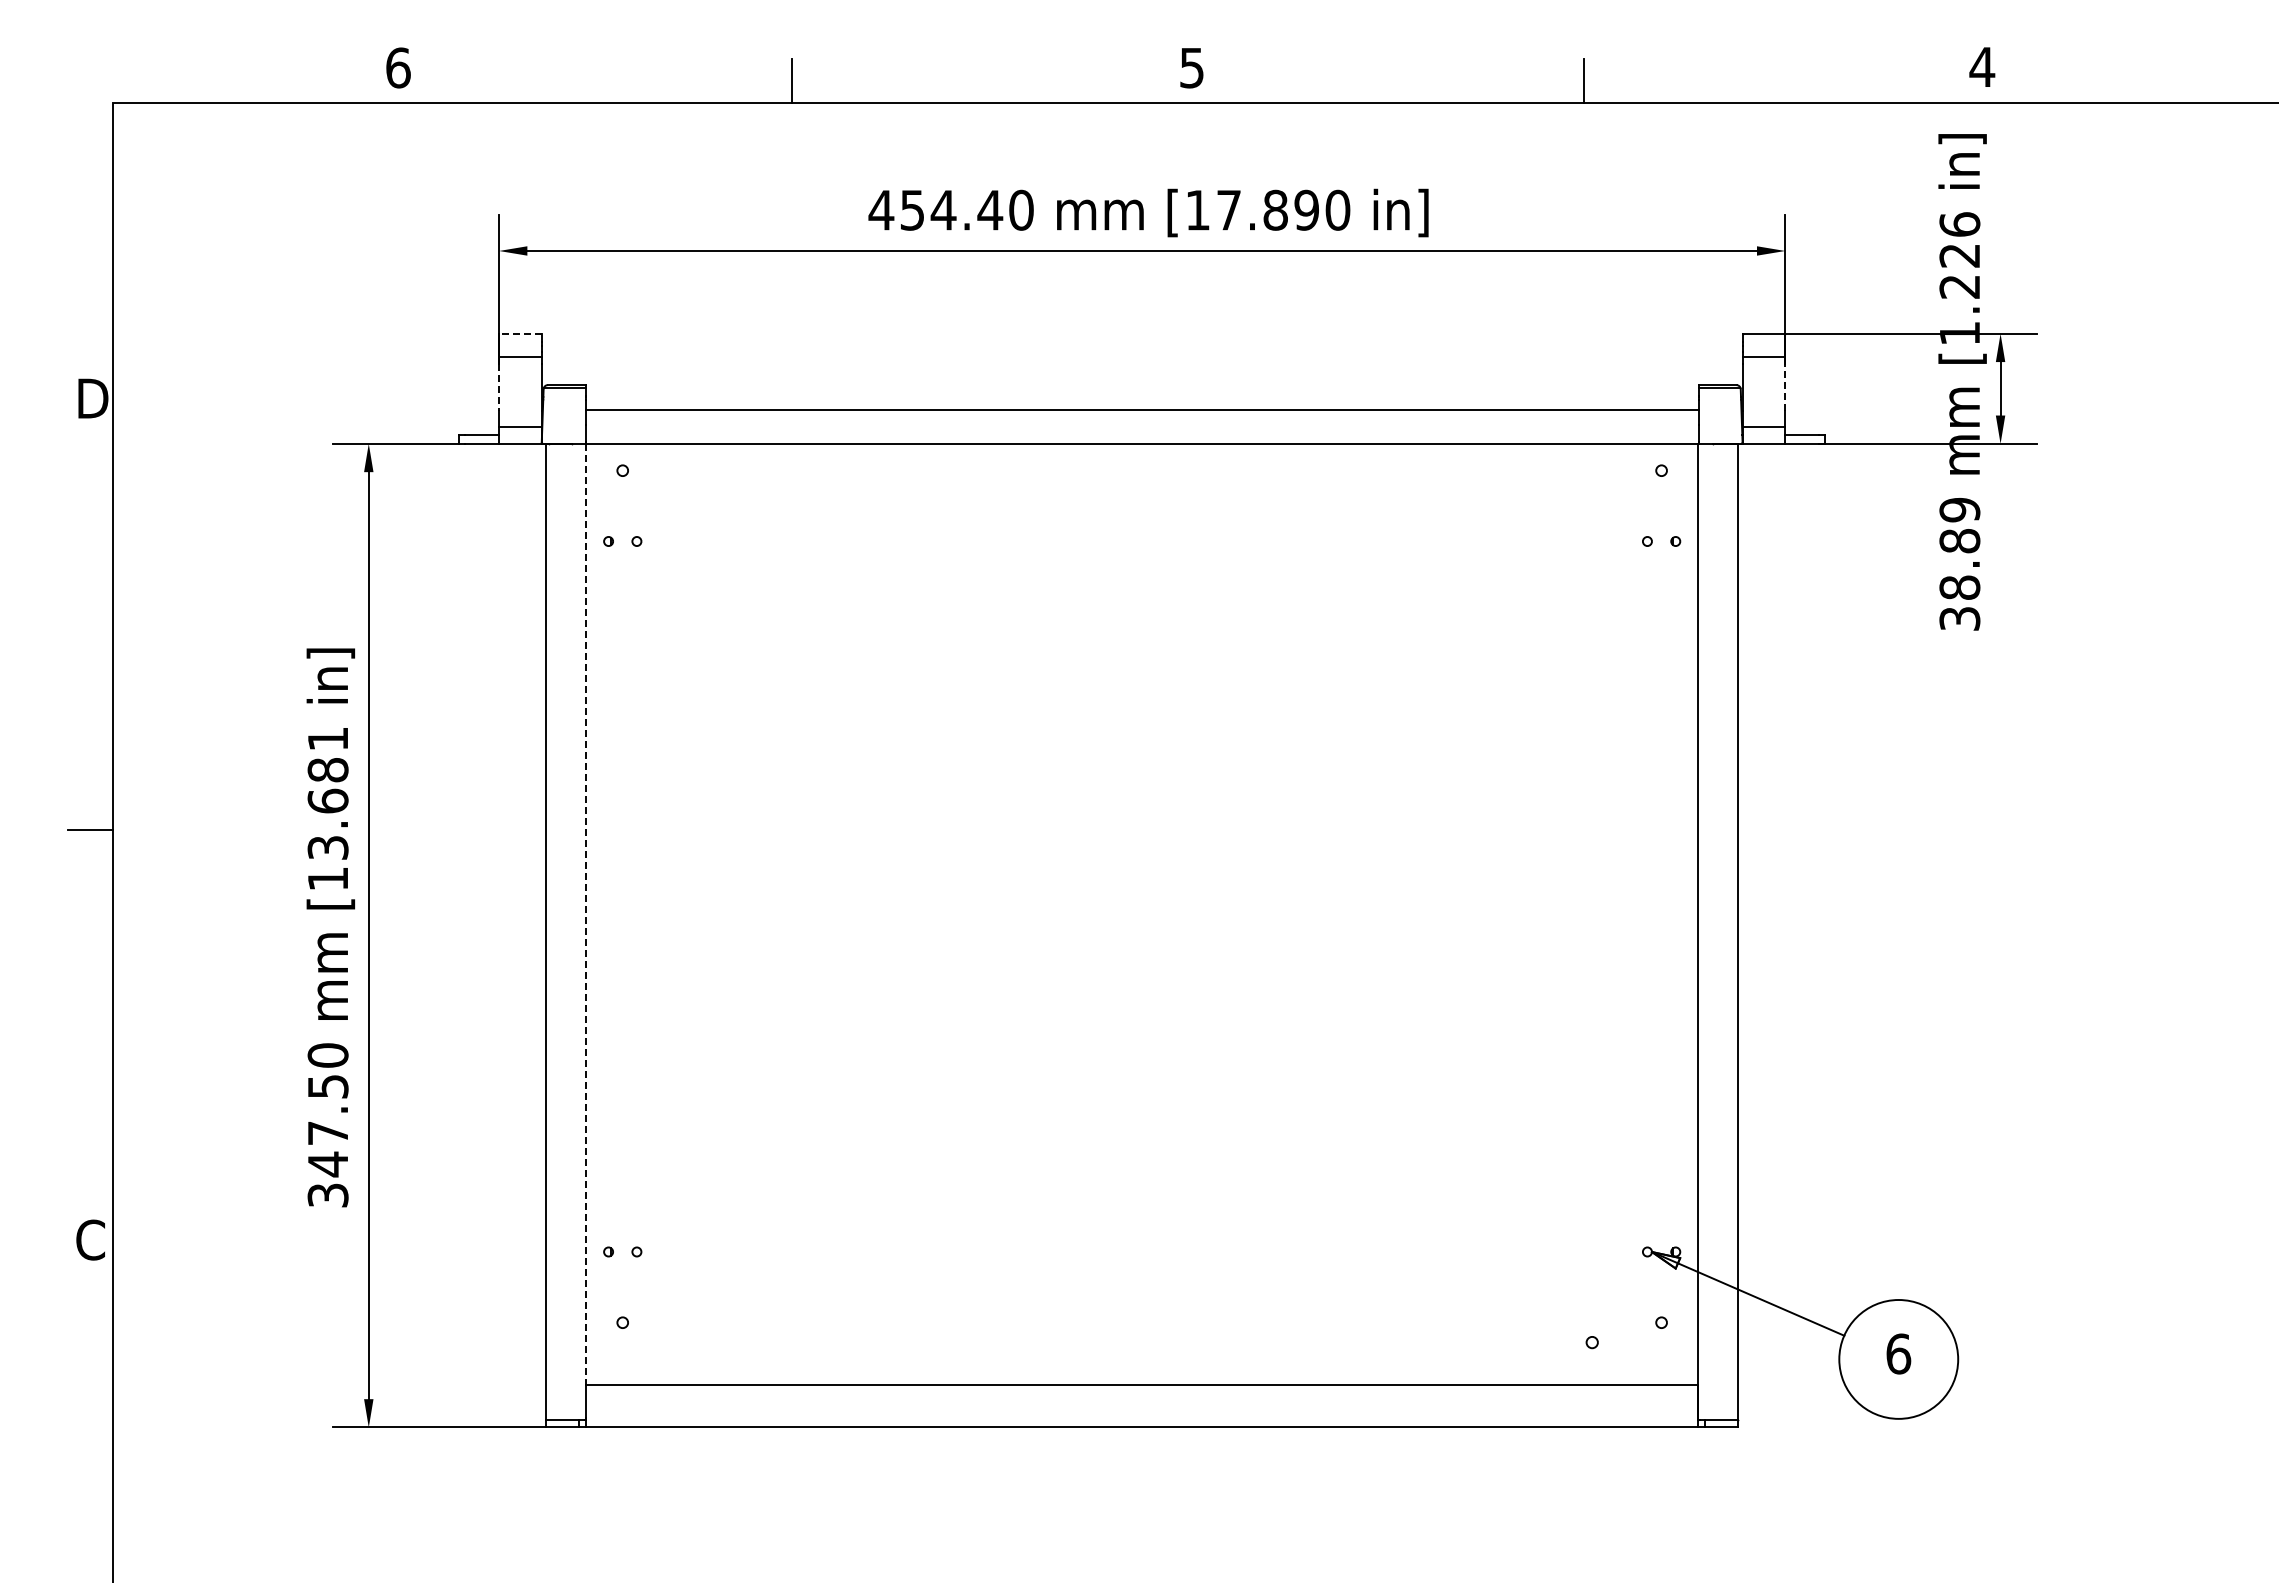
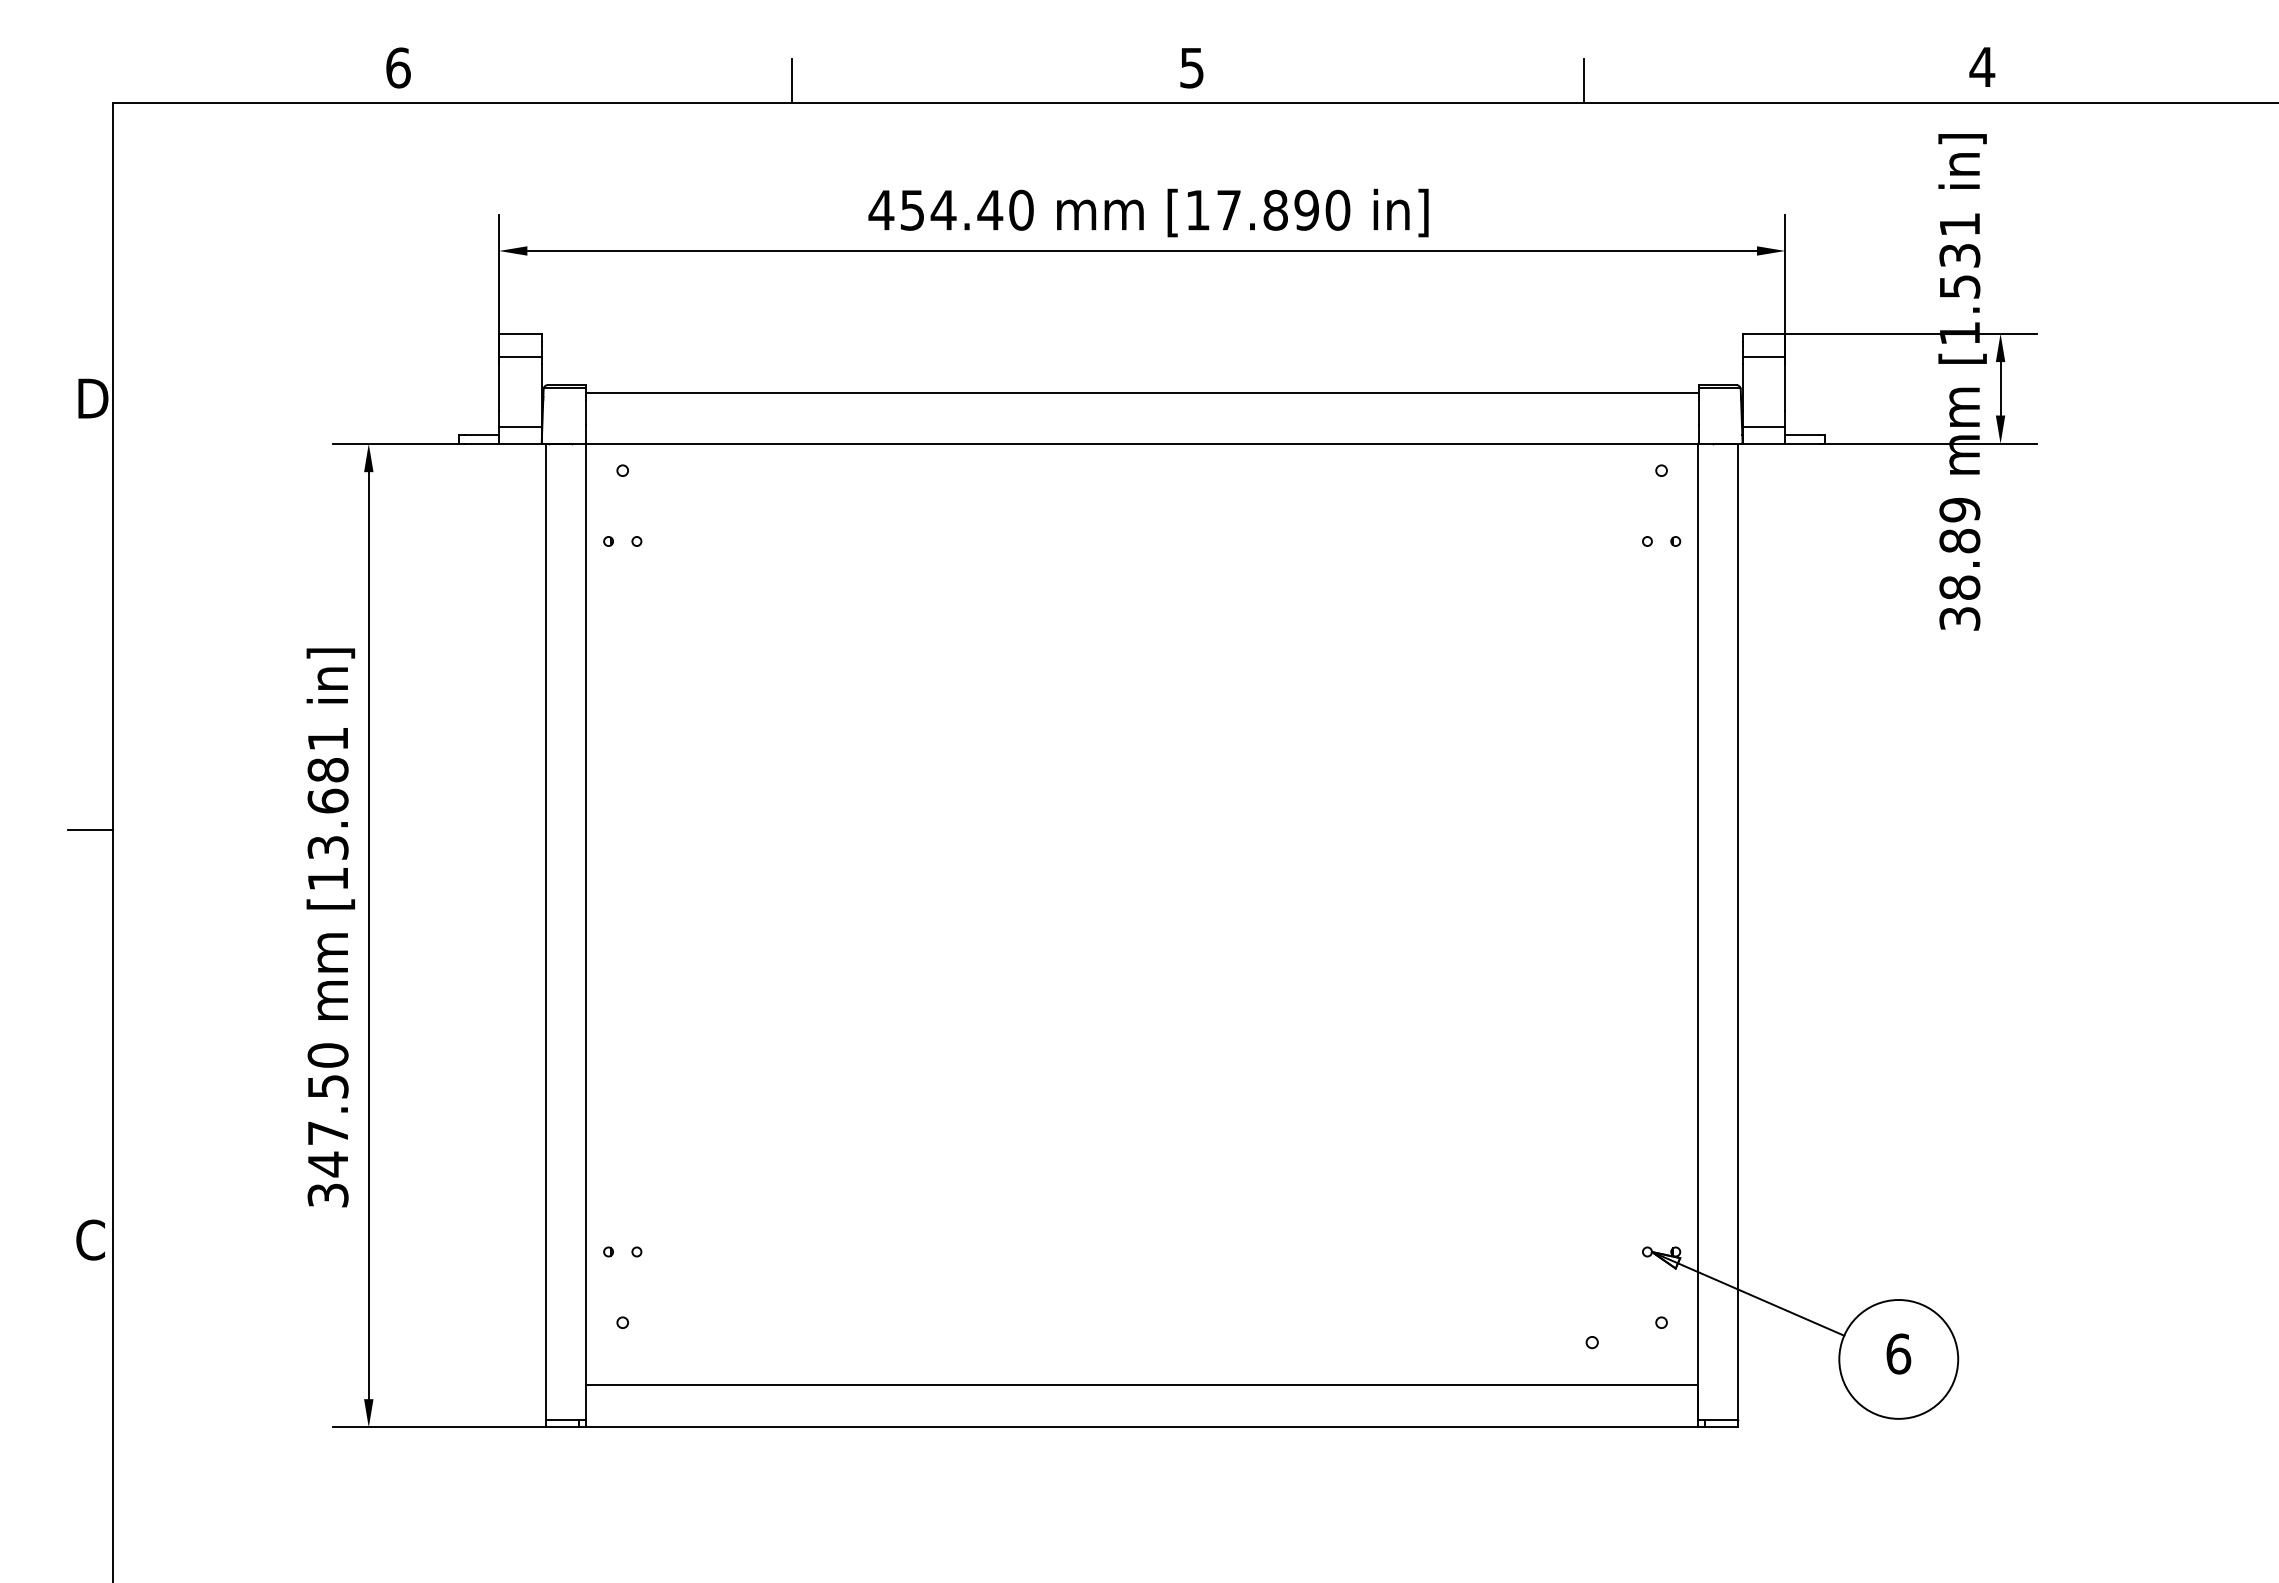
text at (1959, 255): [1.226 -> [1.531
line at (519, 333): dashed -> solid
line at (1785, 387): dashed -> solid
line at (499, 388): dashed -> solid
line at (1141, 410) position: (1141, 410) -> (1141, 393)
line at (585, 914): dashed -> solid
